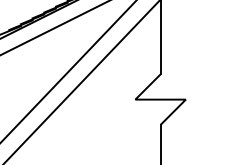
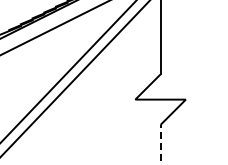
line at (81, 81) position: (81, 81) -> (75, 78)
line at (160, 144): solid -> dashed
